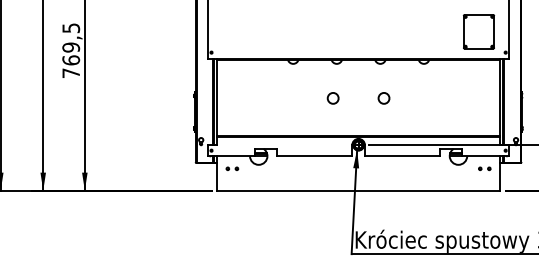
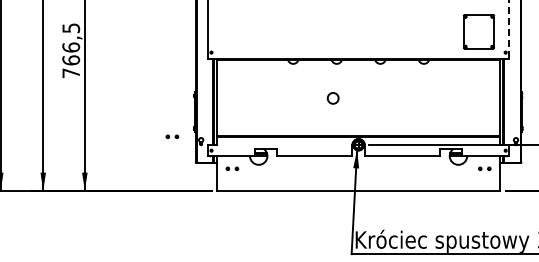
line at (509, 30): solid -> dashed
text at (71, 47): 769,5 -> 766,5
circle at (383, 98): present -> none
part at (172, 136): none -> present
